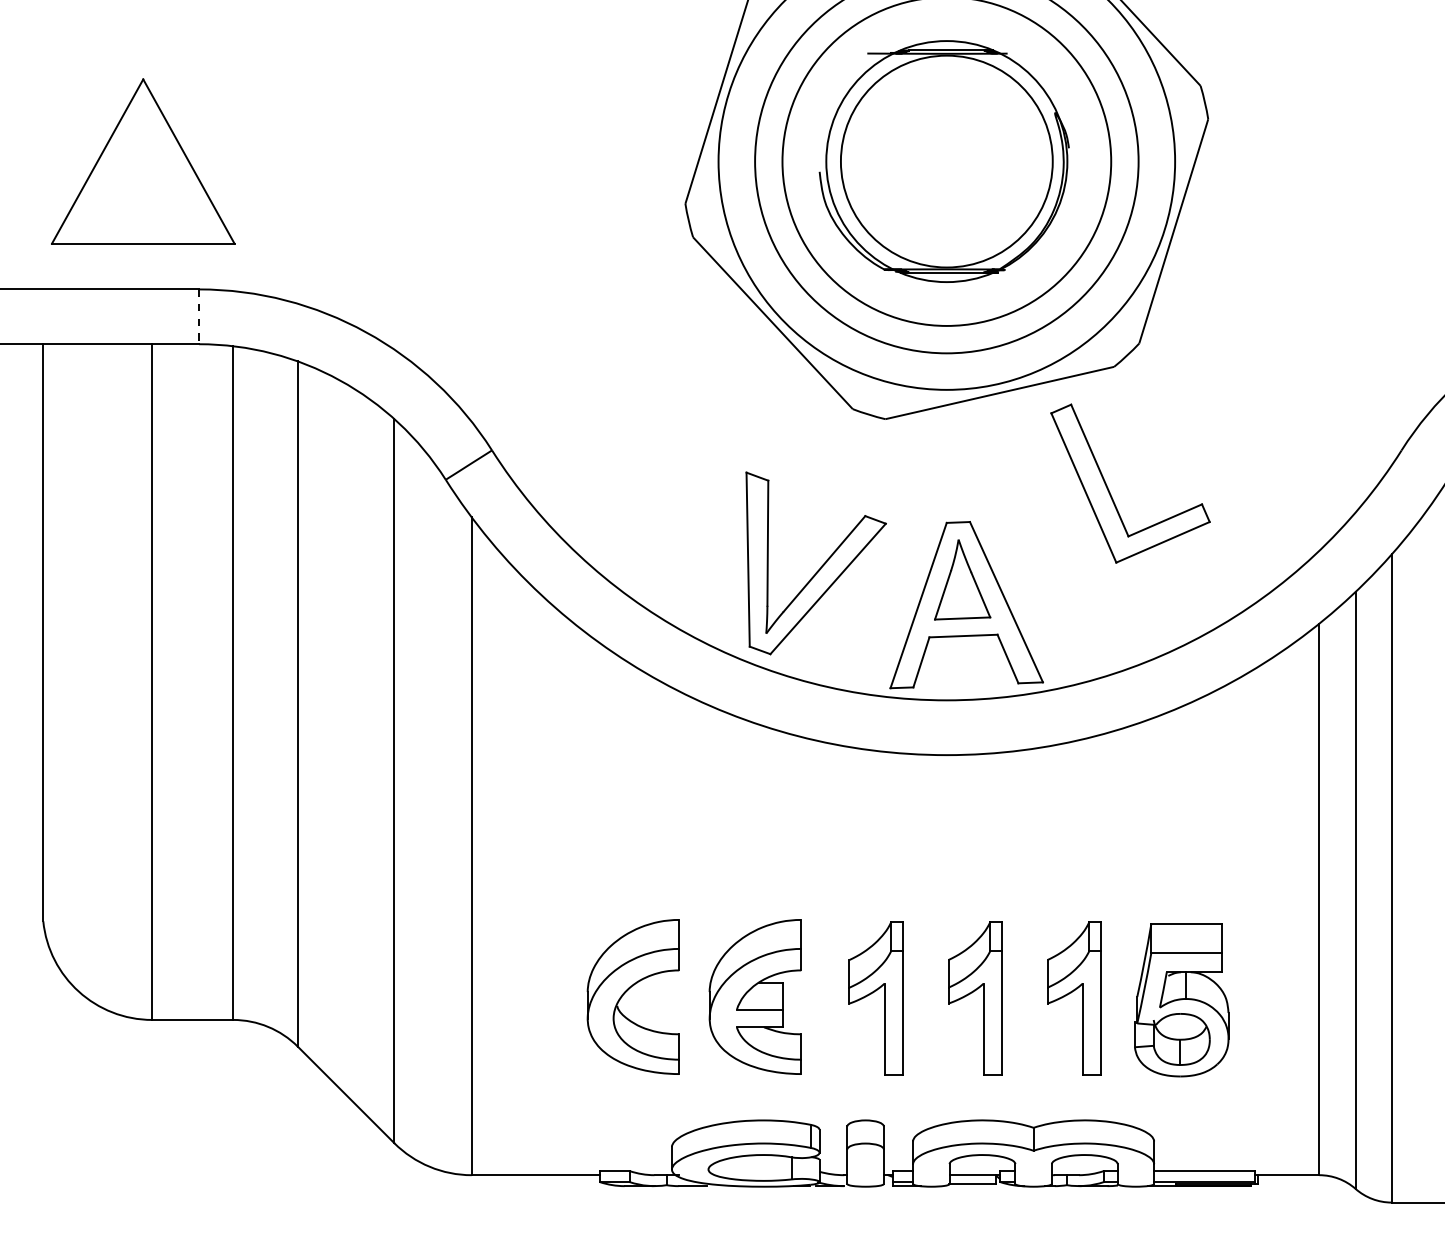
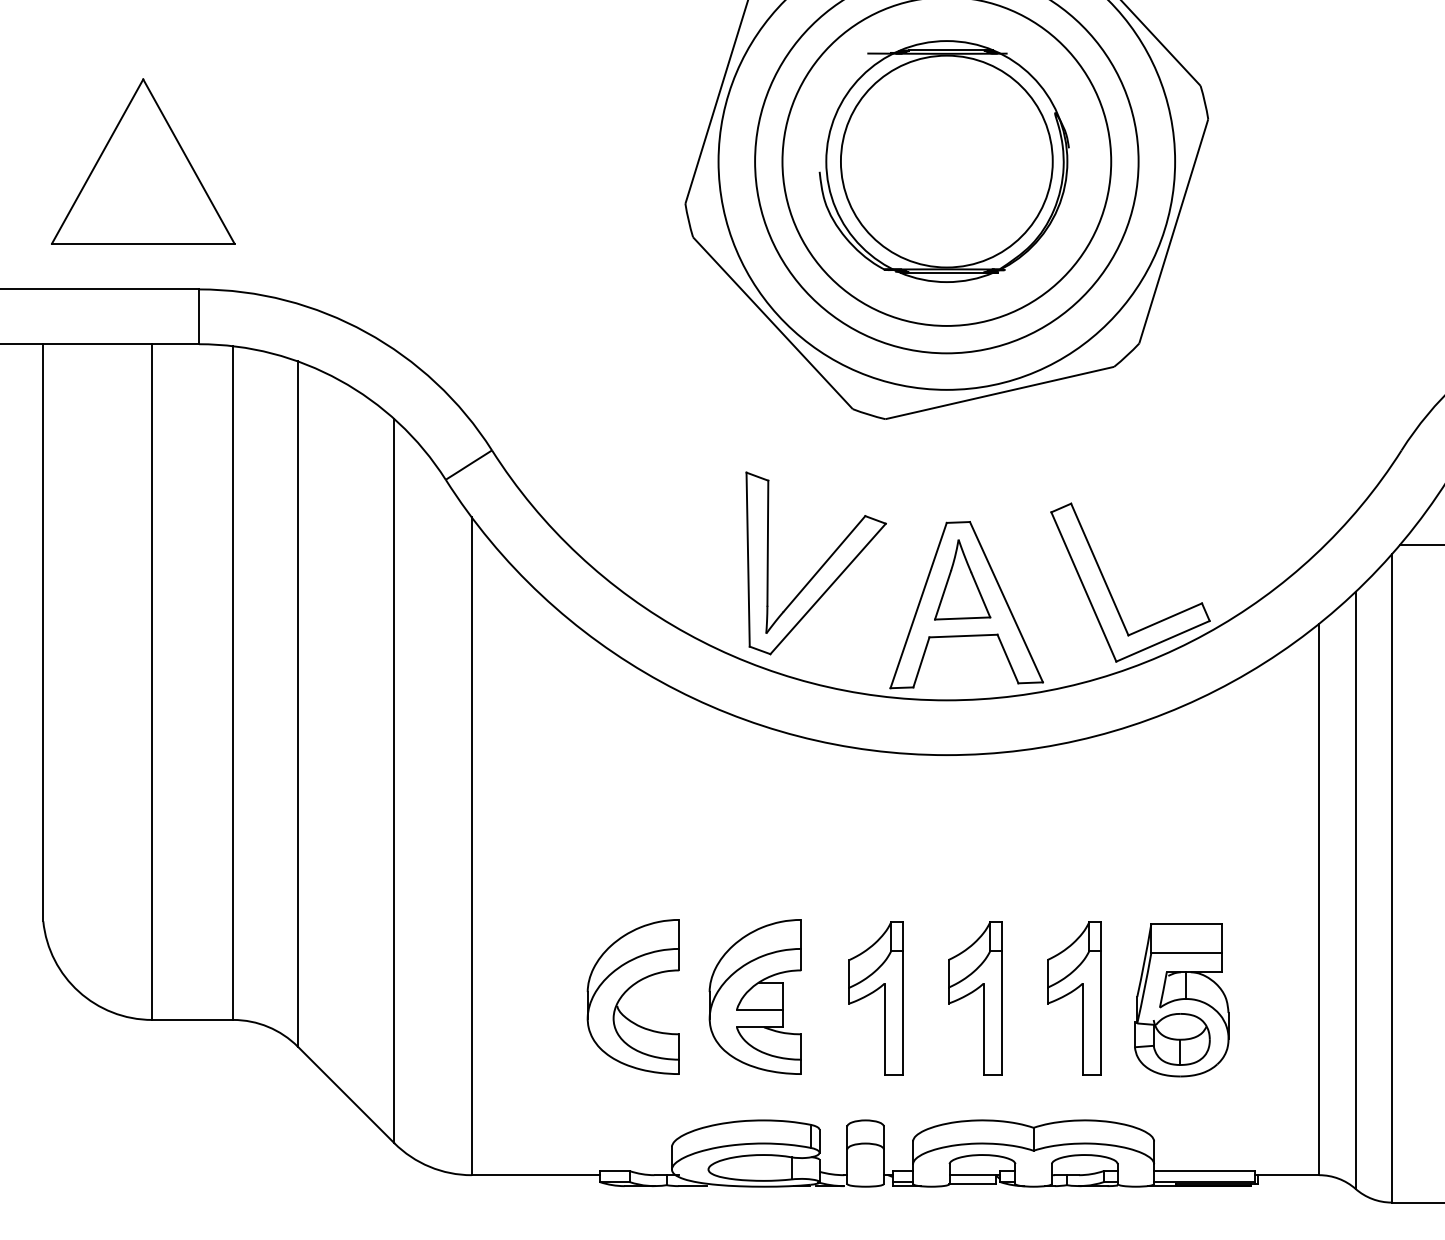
line at (199, 317): dashed -> solid
part at (1109, 489) position: (1109, 489) -> (1109, 588)
line at (1420, 545): none -> present
